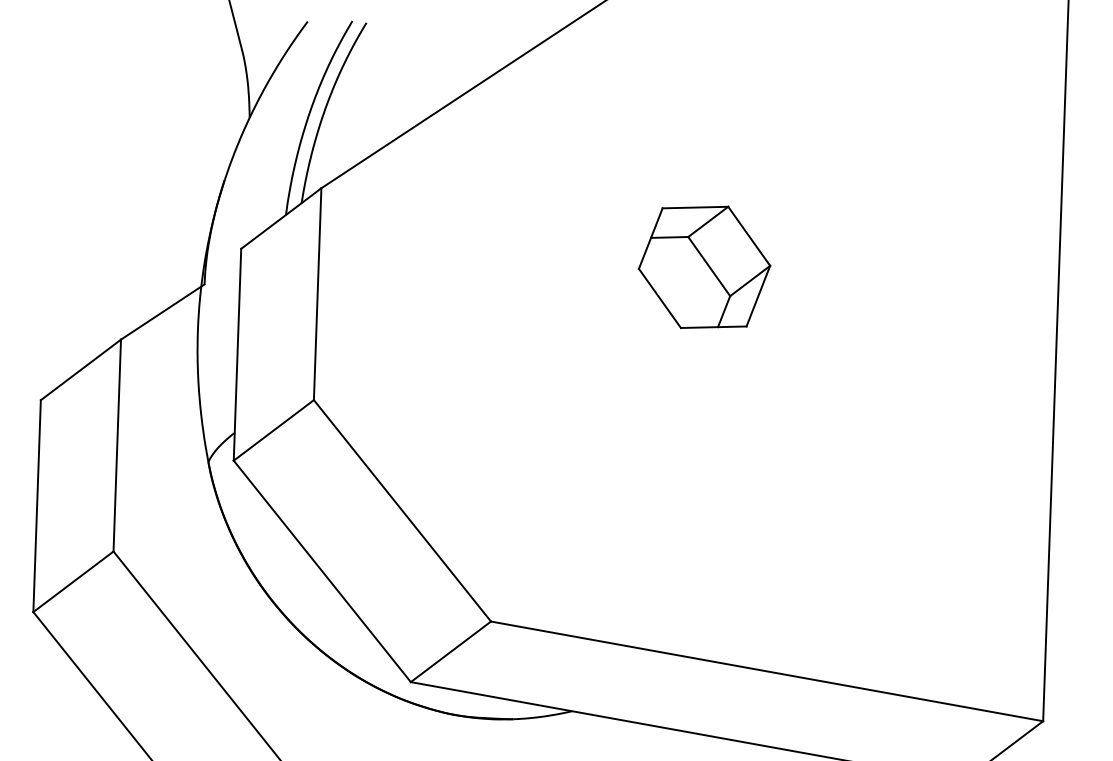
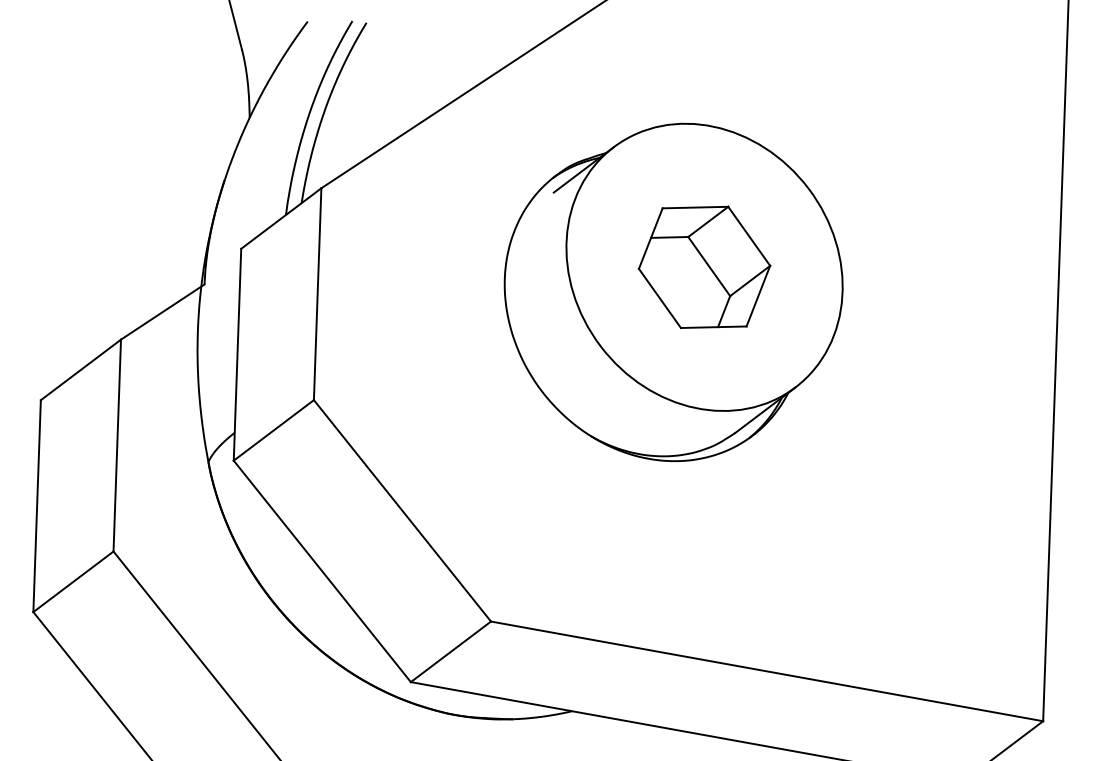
part at (673, 292): none -> present
